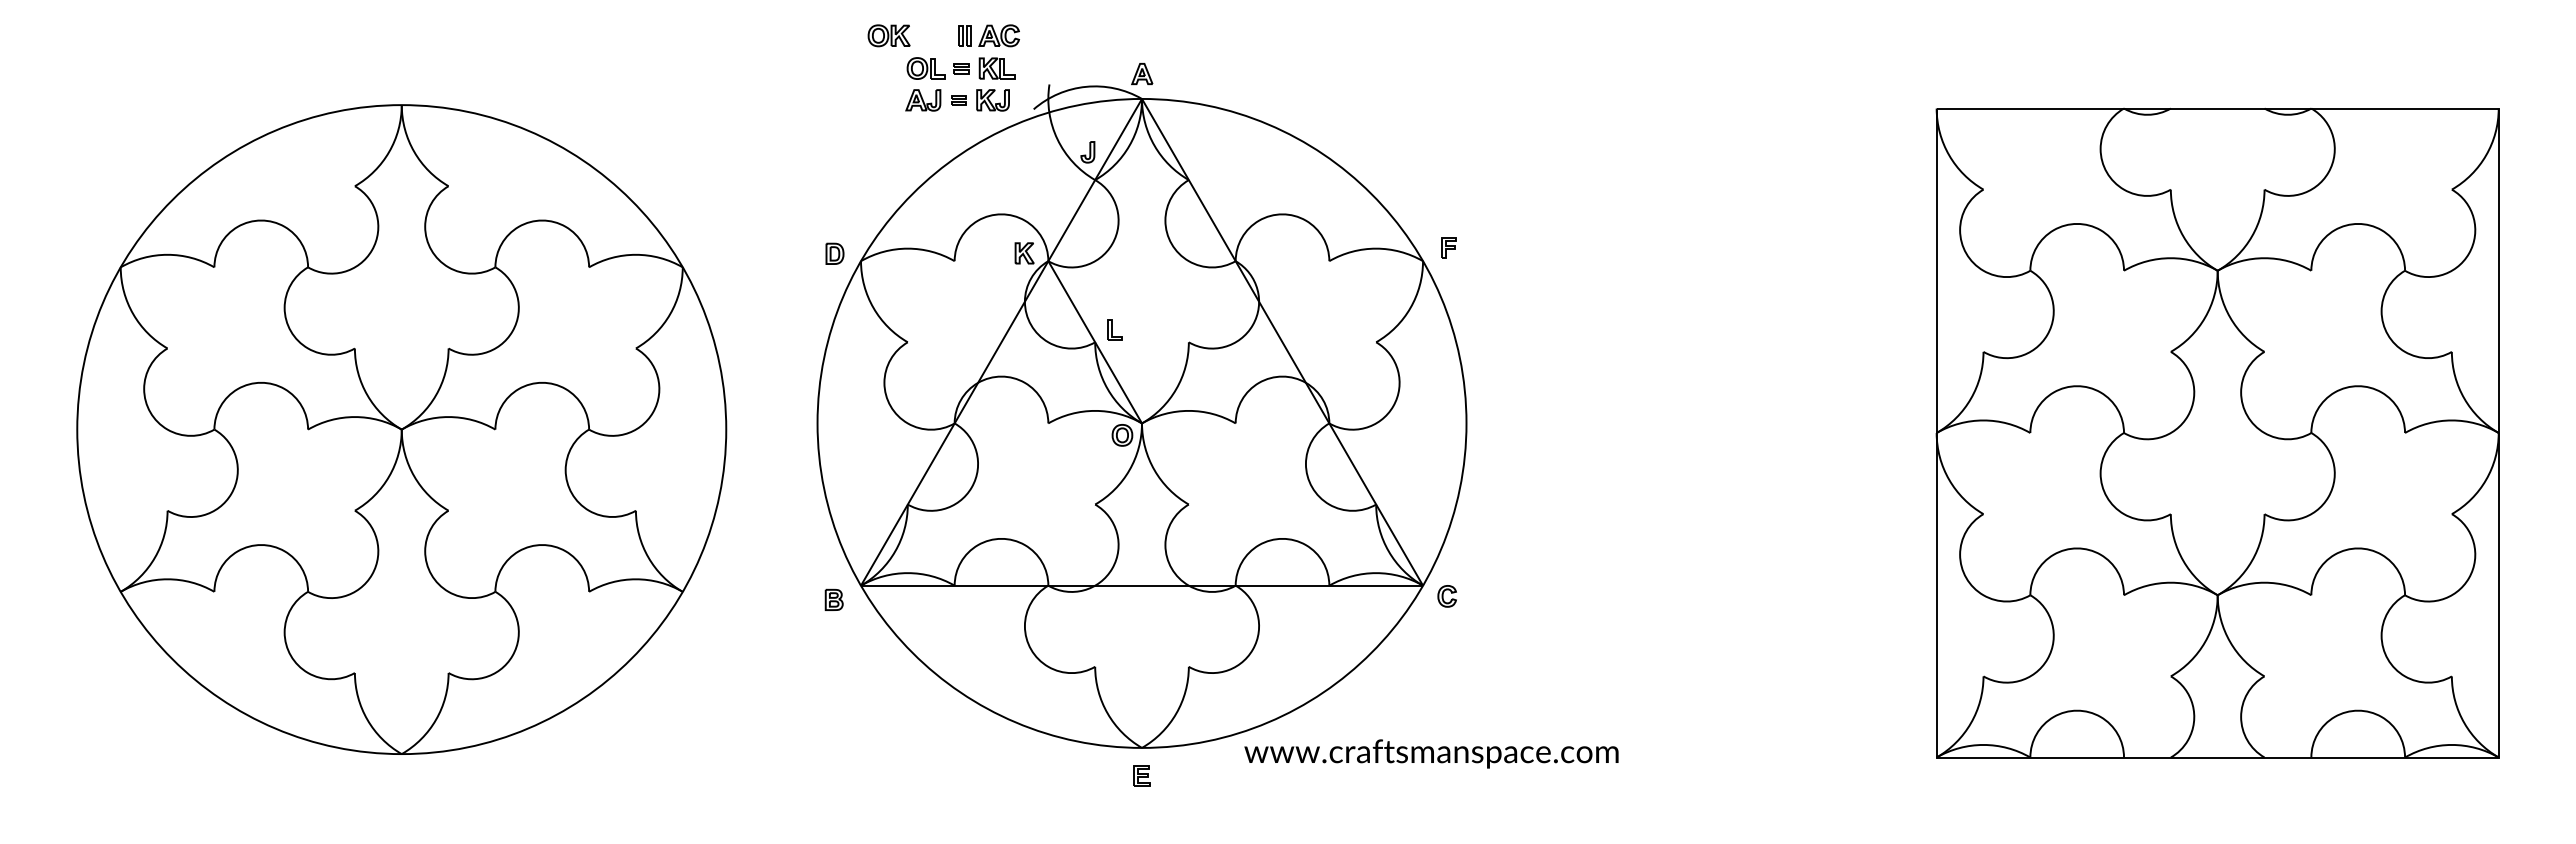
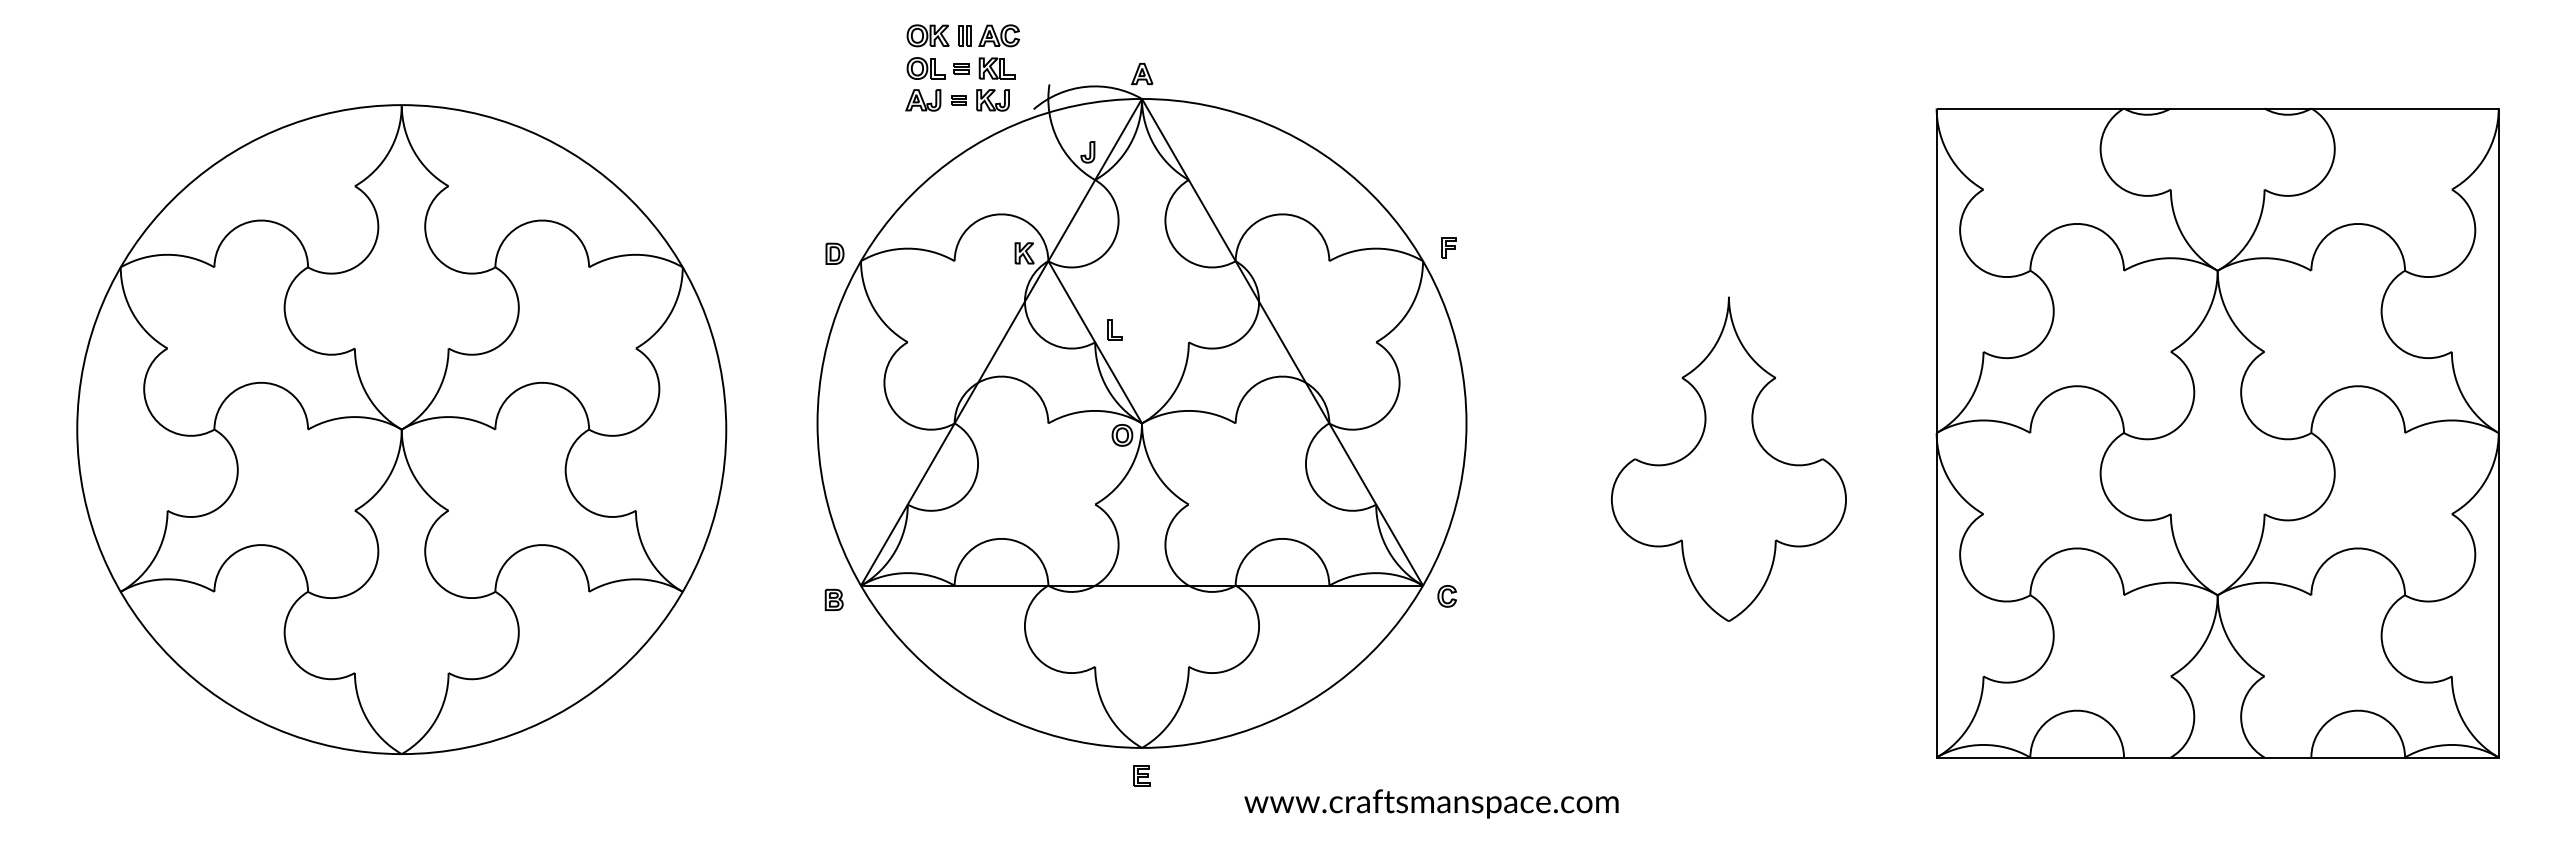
part at (888, 35) position: (888, 35) -> (927, 35)
part at (1728, 458): none -> present
text at (1431, 753) position: (1431, 753) -> (1431, 803)
